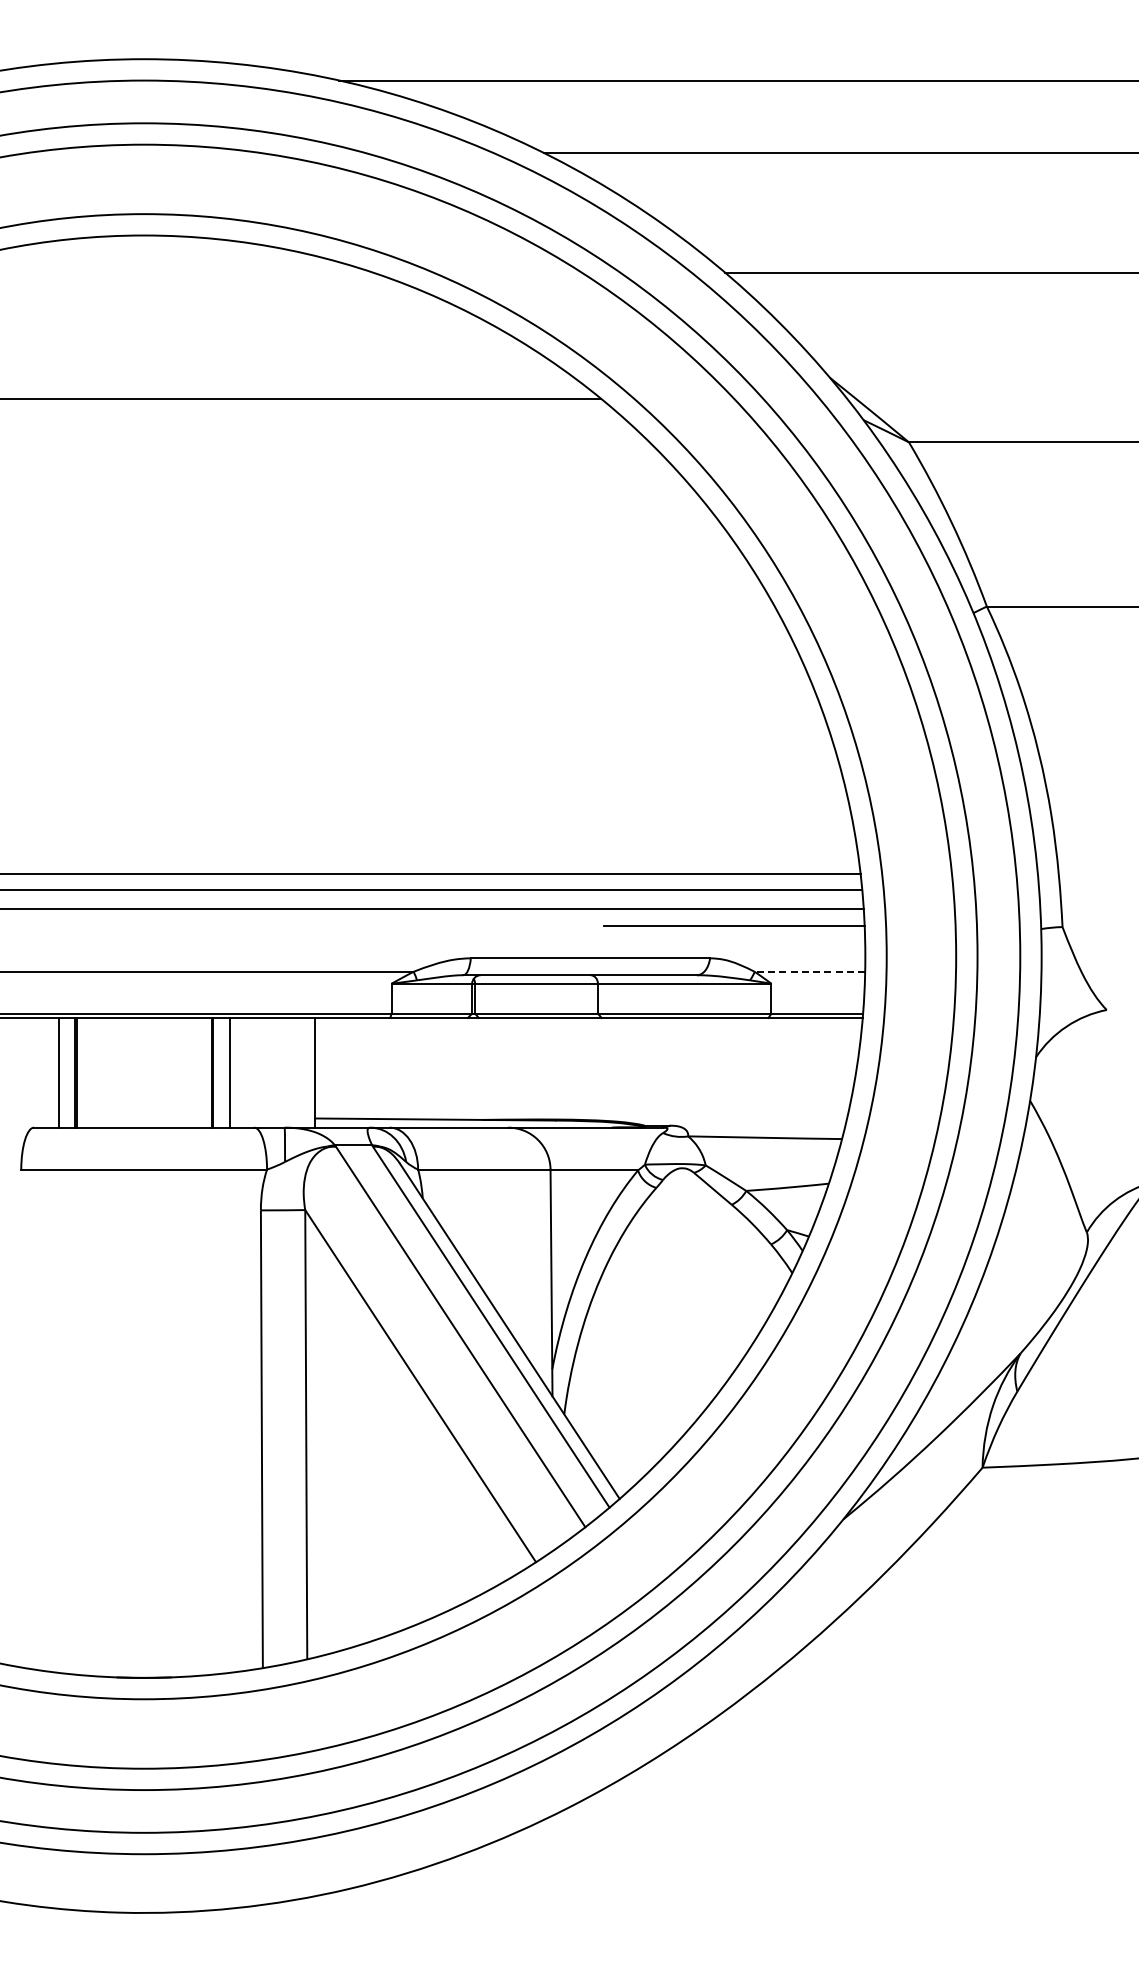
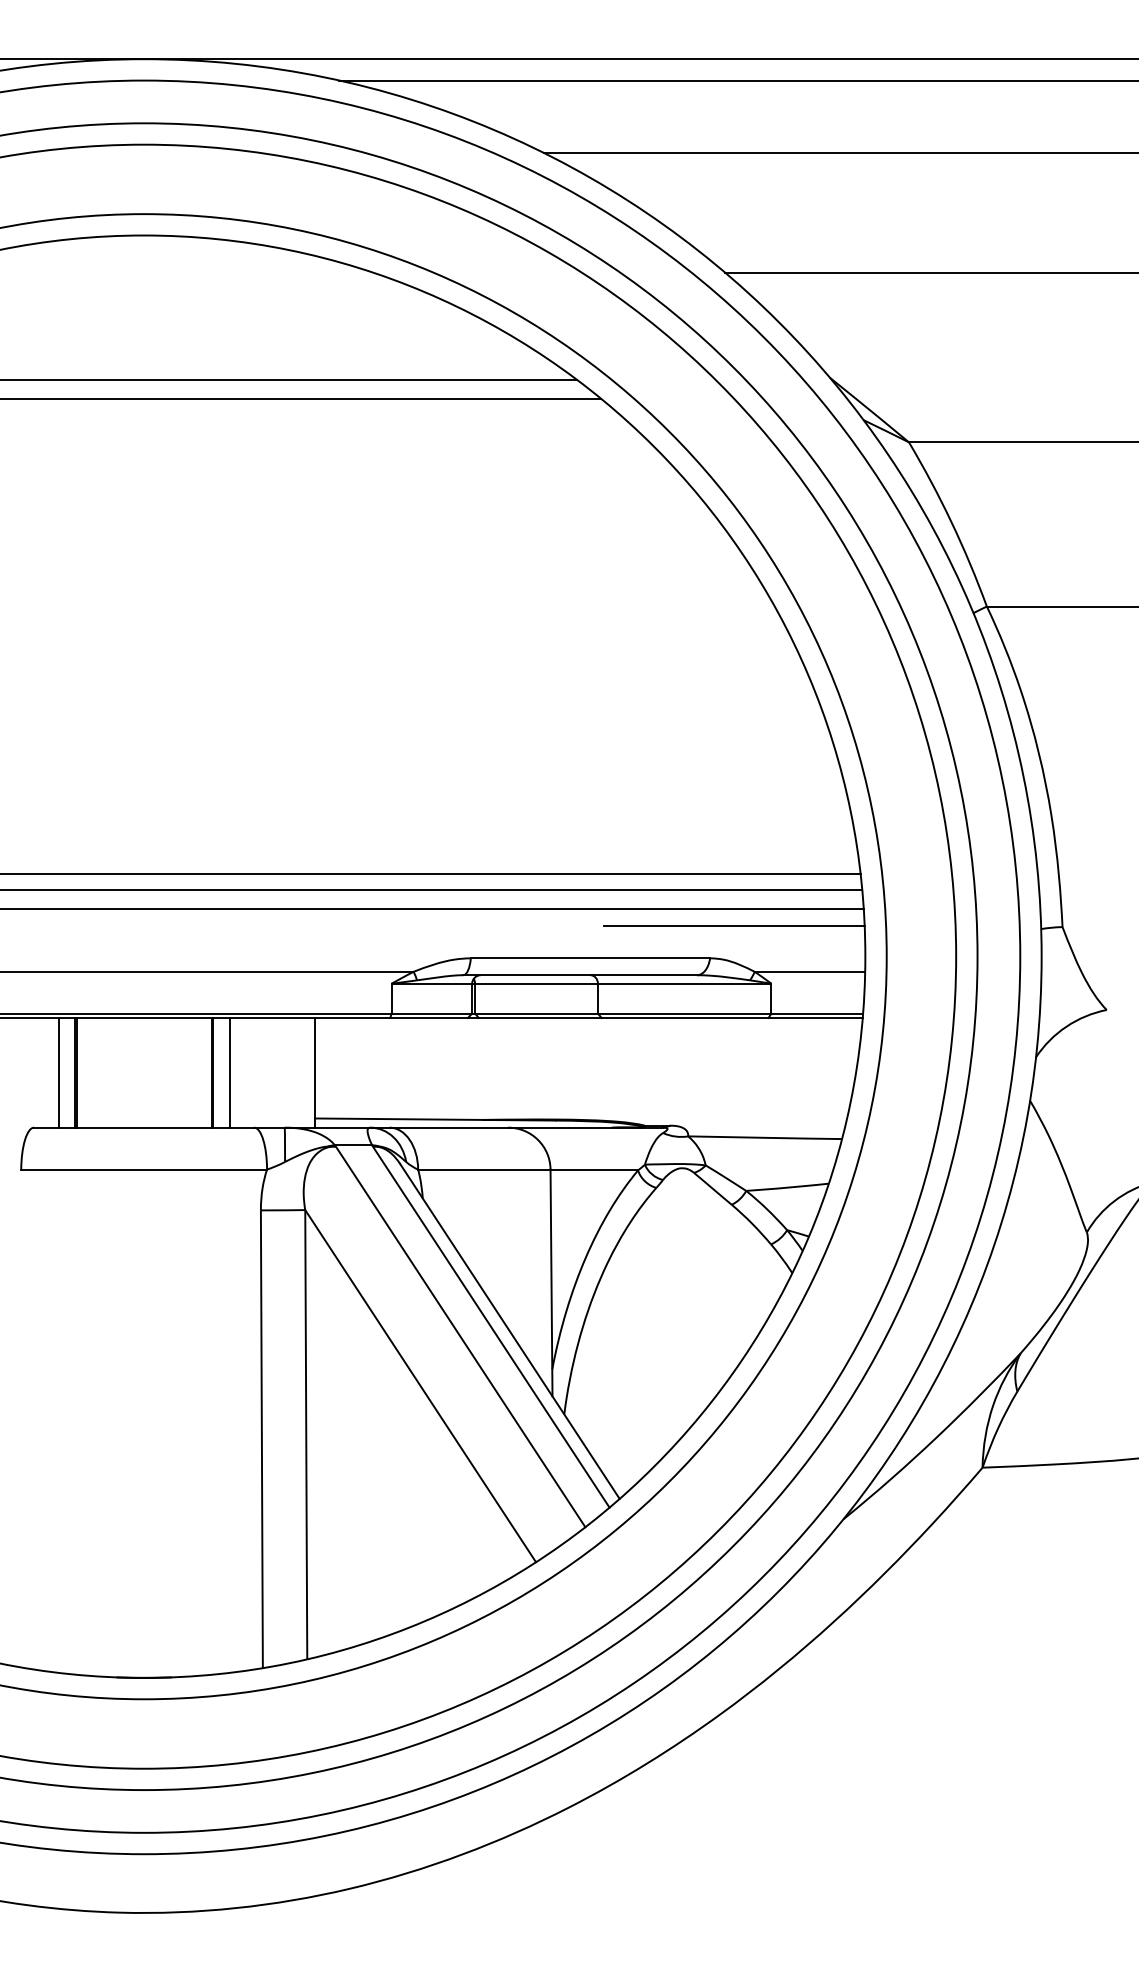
line at (568, 59): none -> present
line at (289, 379): none -> present
line at (809, 971): dashed -> solid
